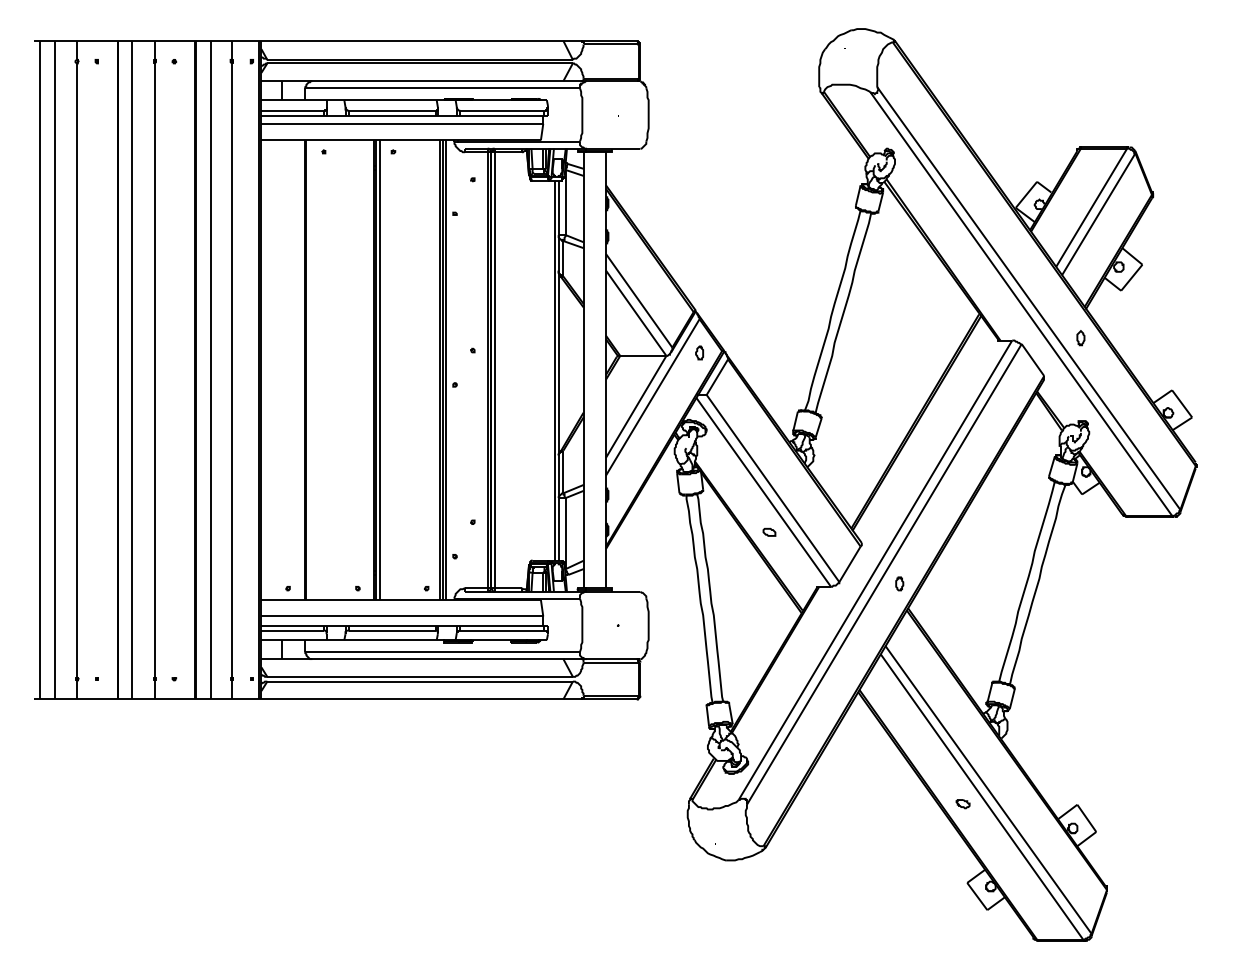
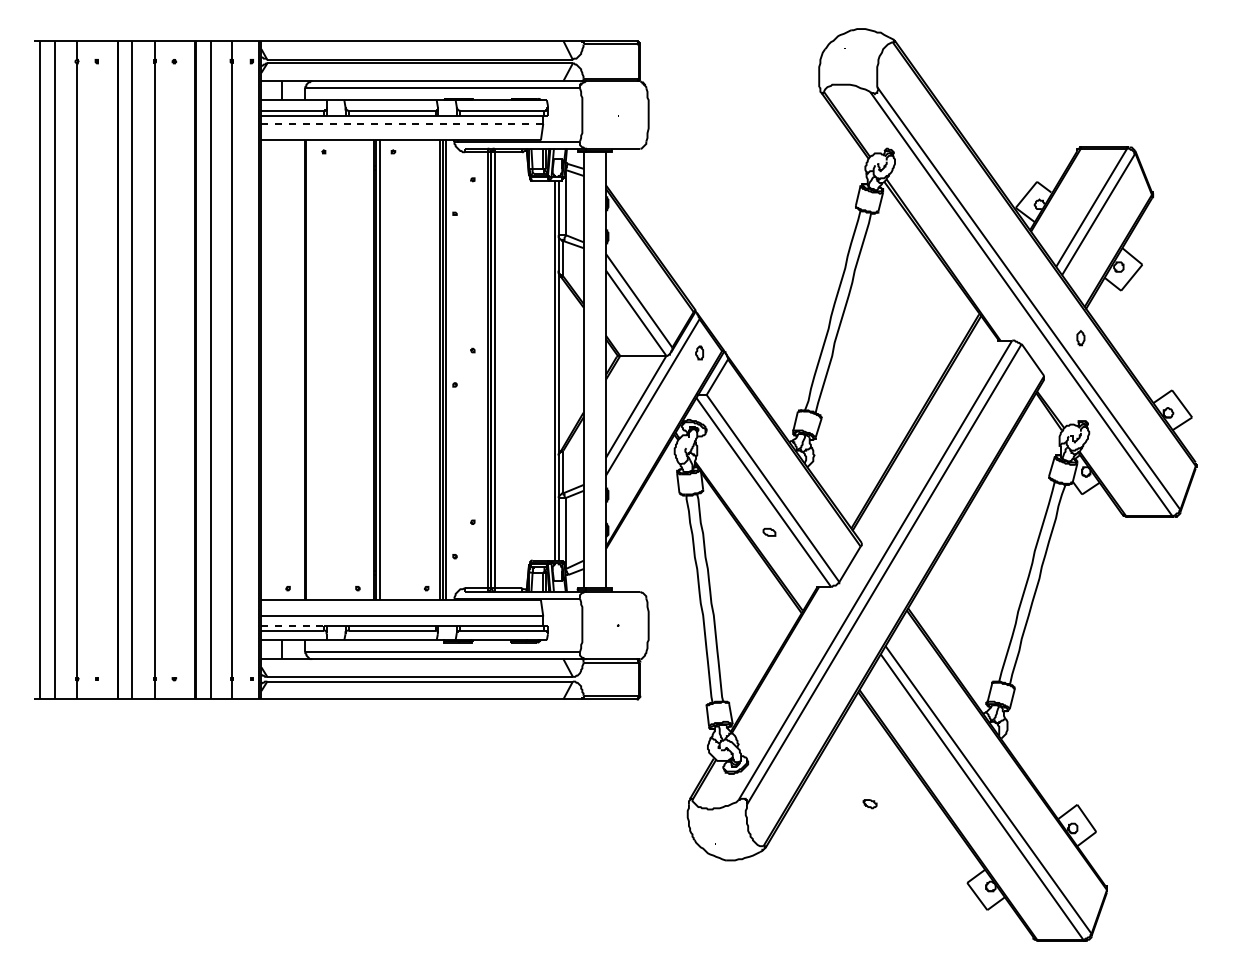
line at (402, 123): solid -> dashed
part at (899, 583): present -> none
line at (293, 625): solid -> dashed
part at (962, 804) position: (962, 804) -> (869, 804)
